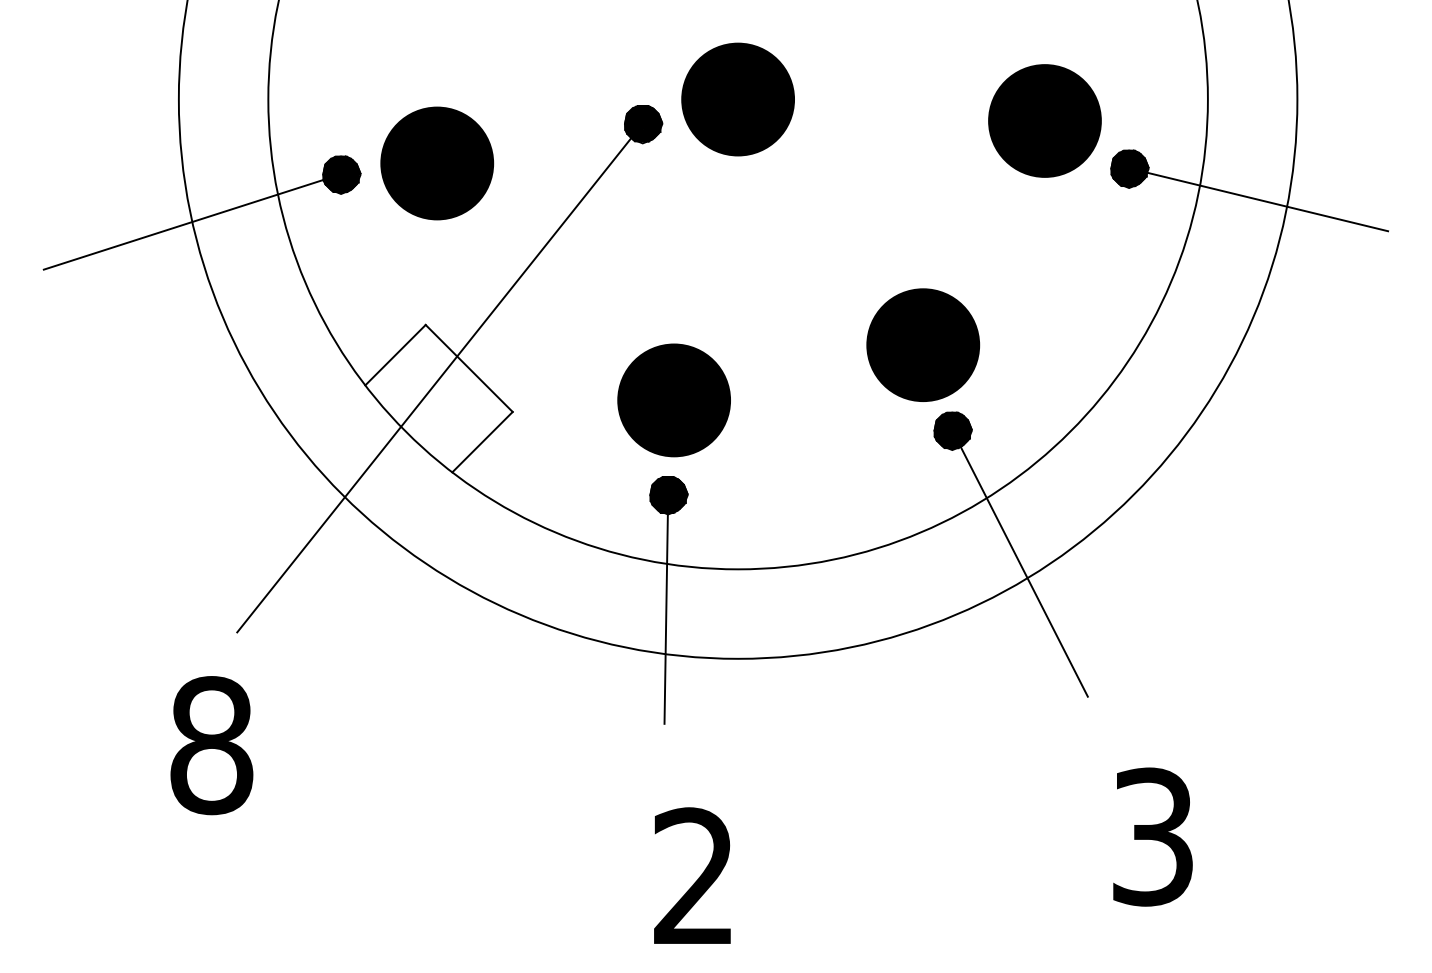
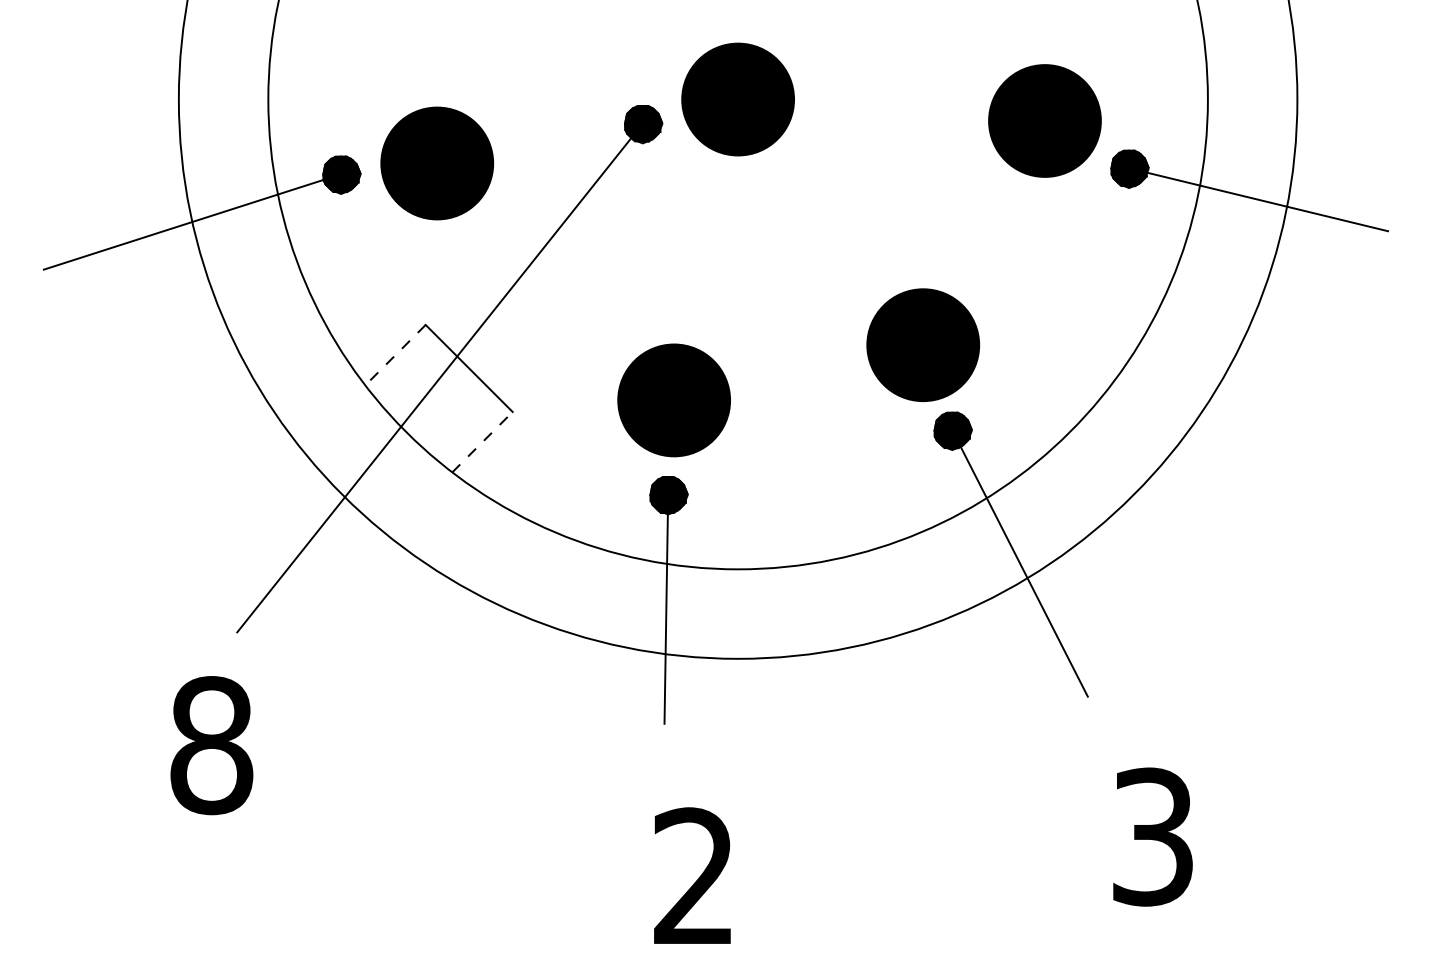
line at (395, 355): solid -> dashed
line at (482, 442): solid -> dashed
